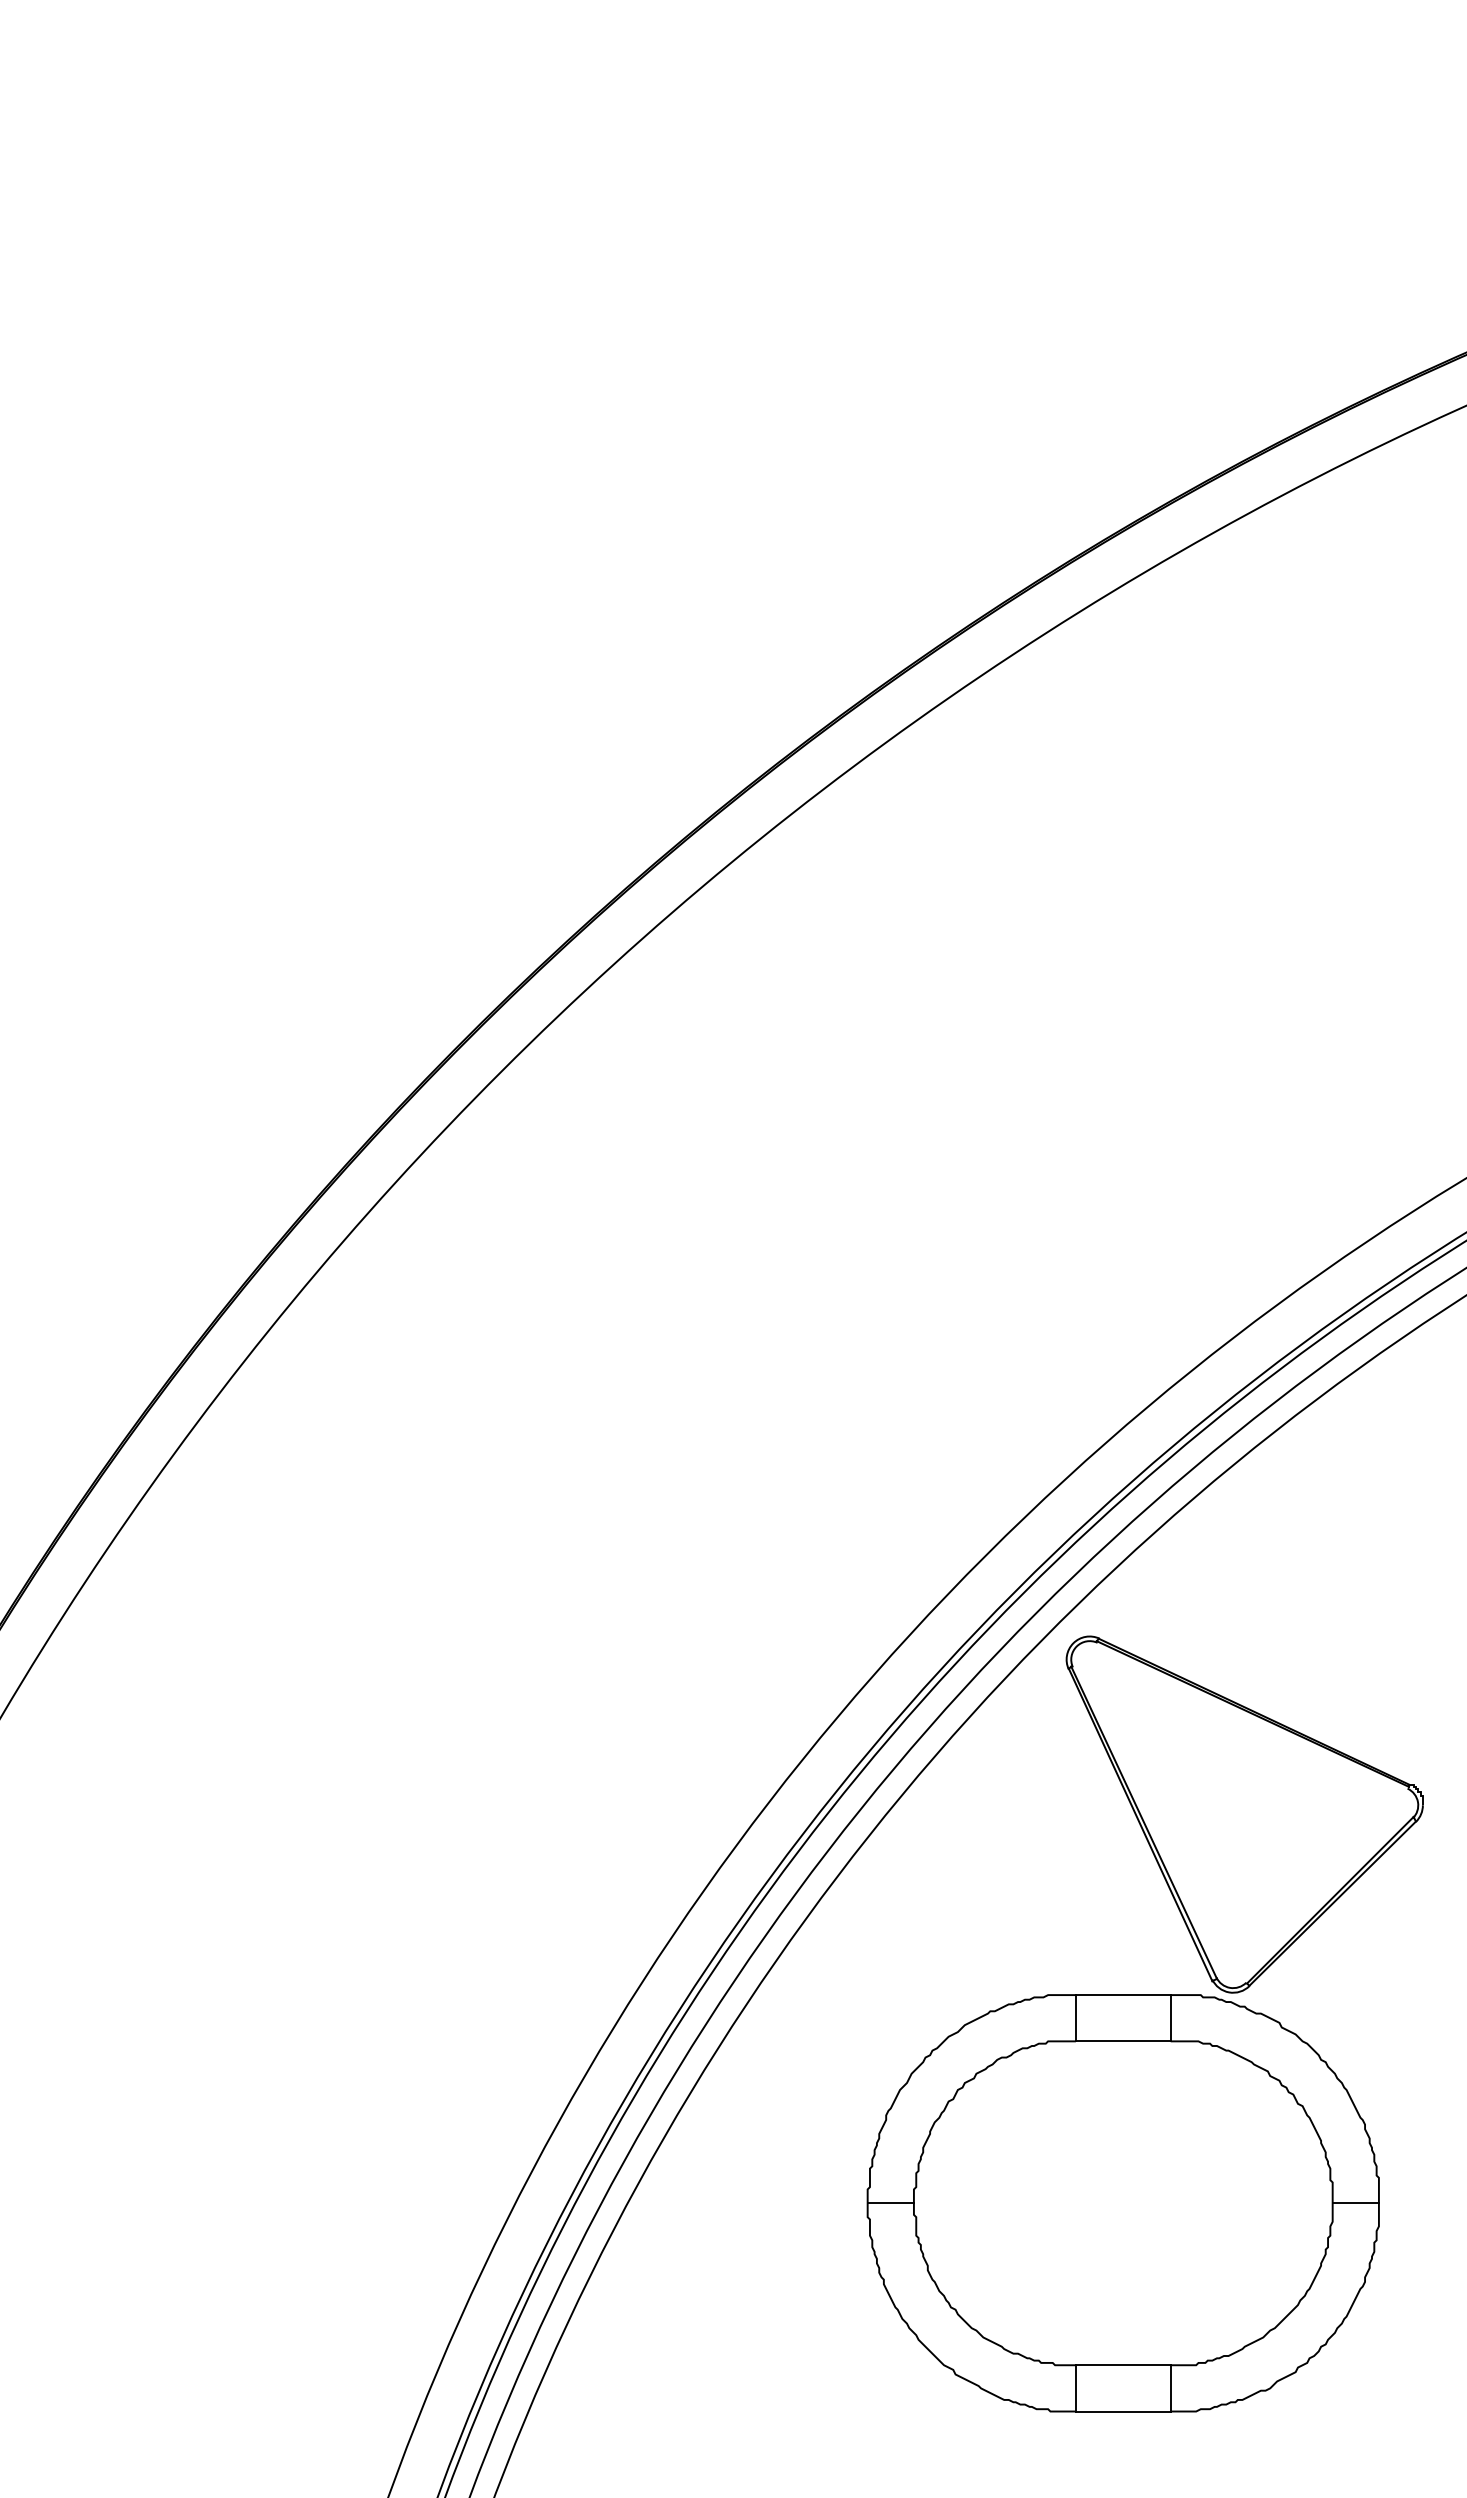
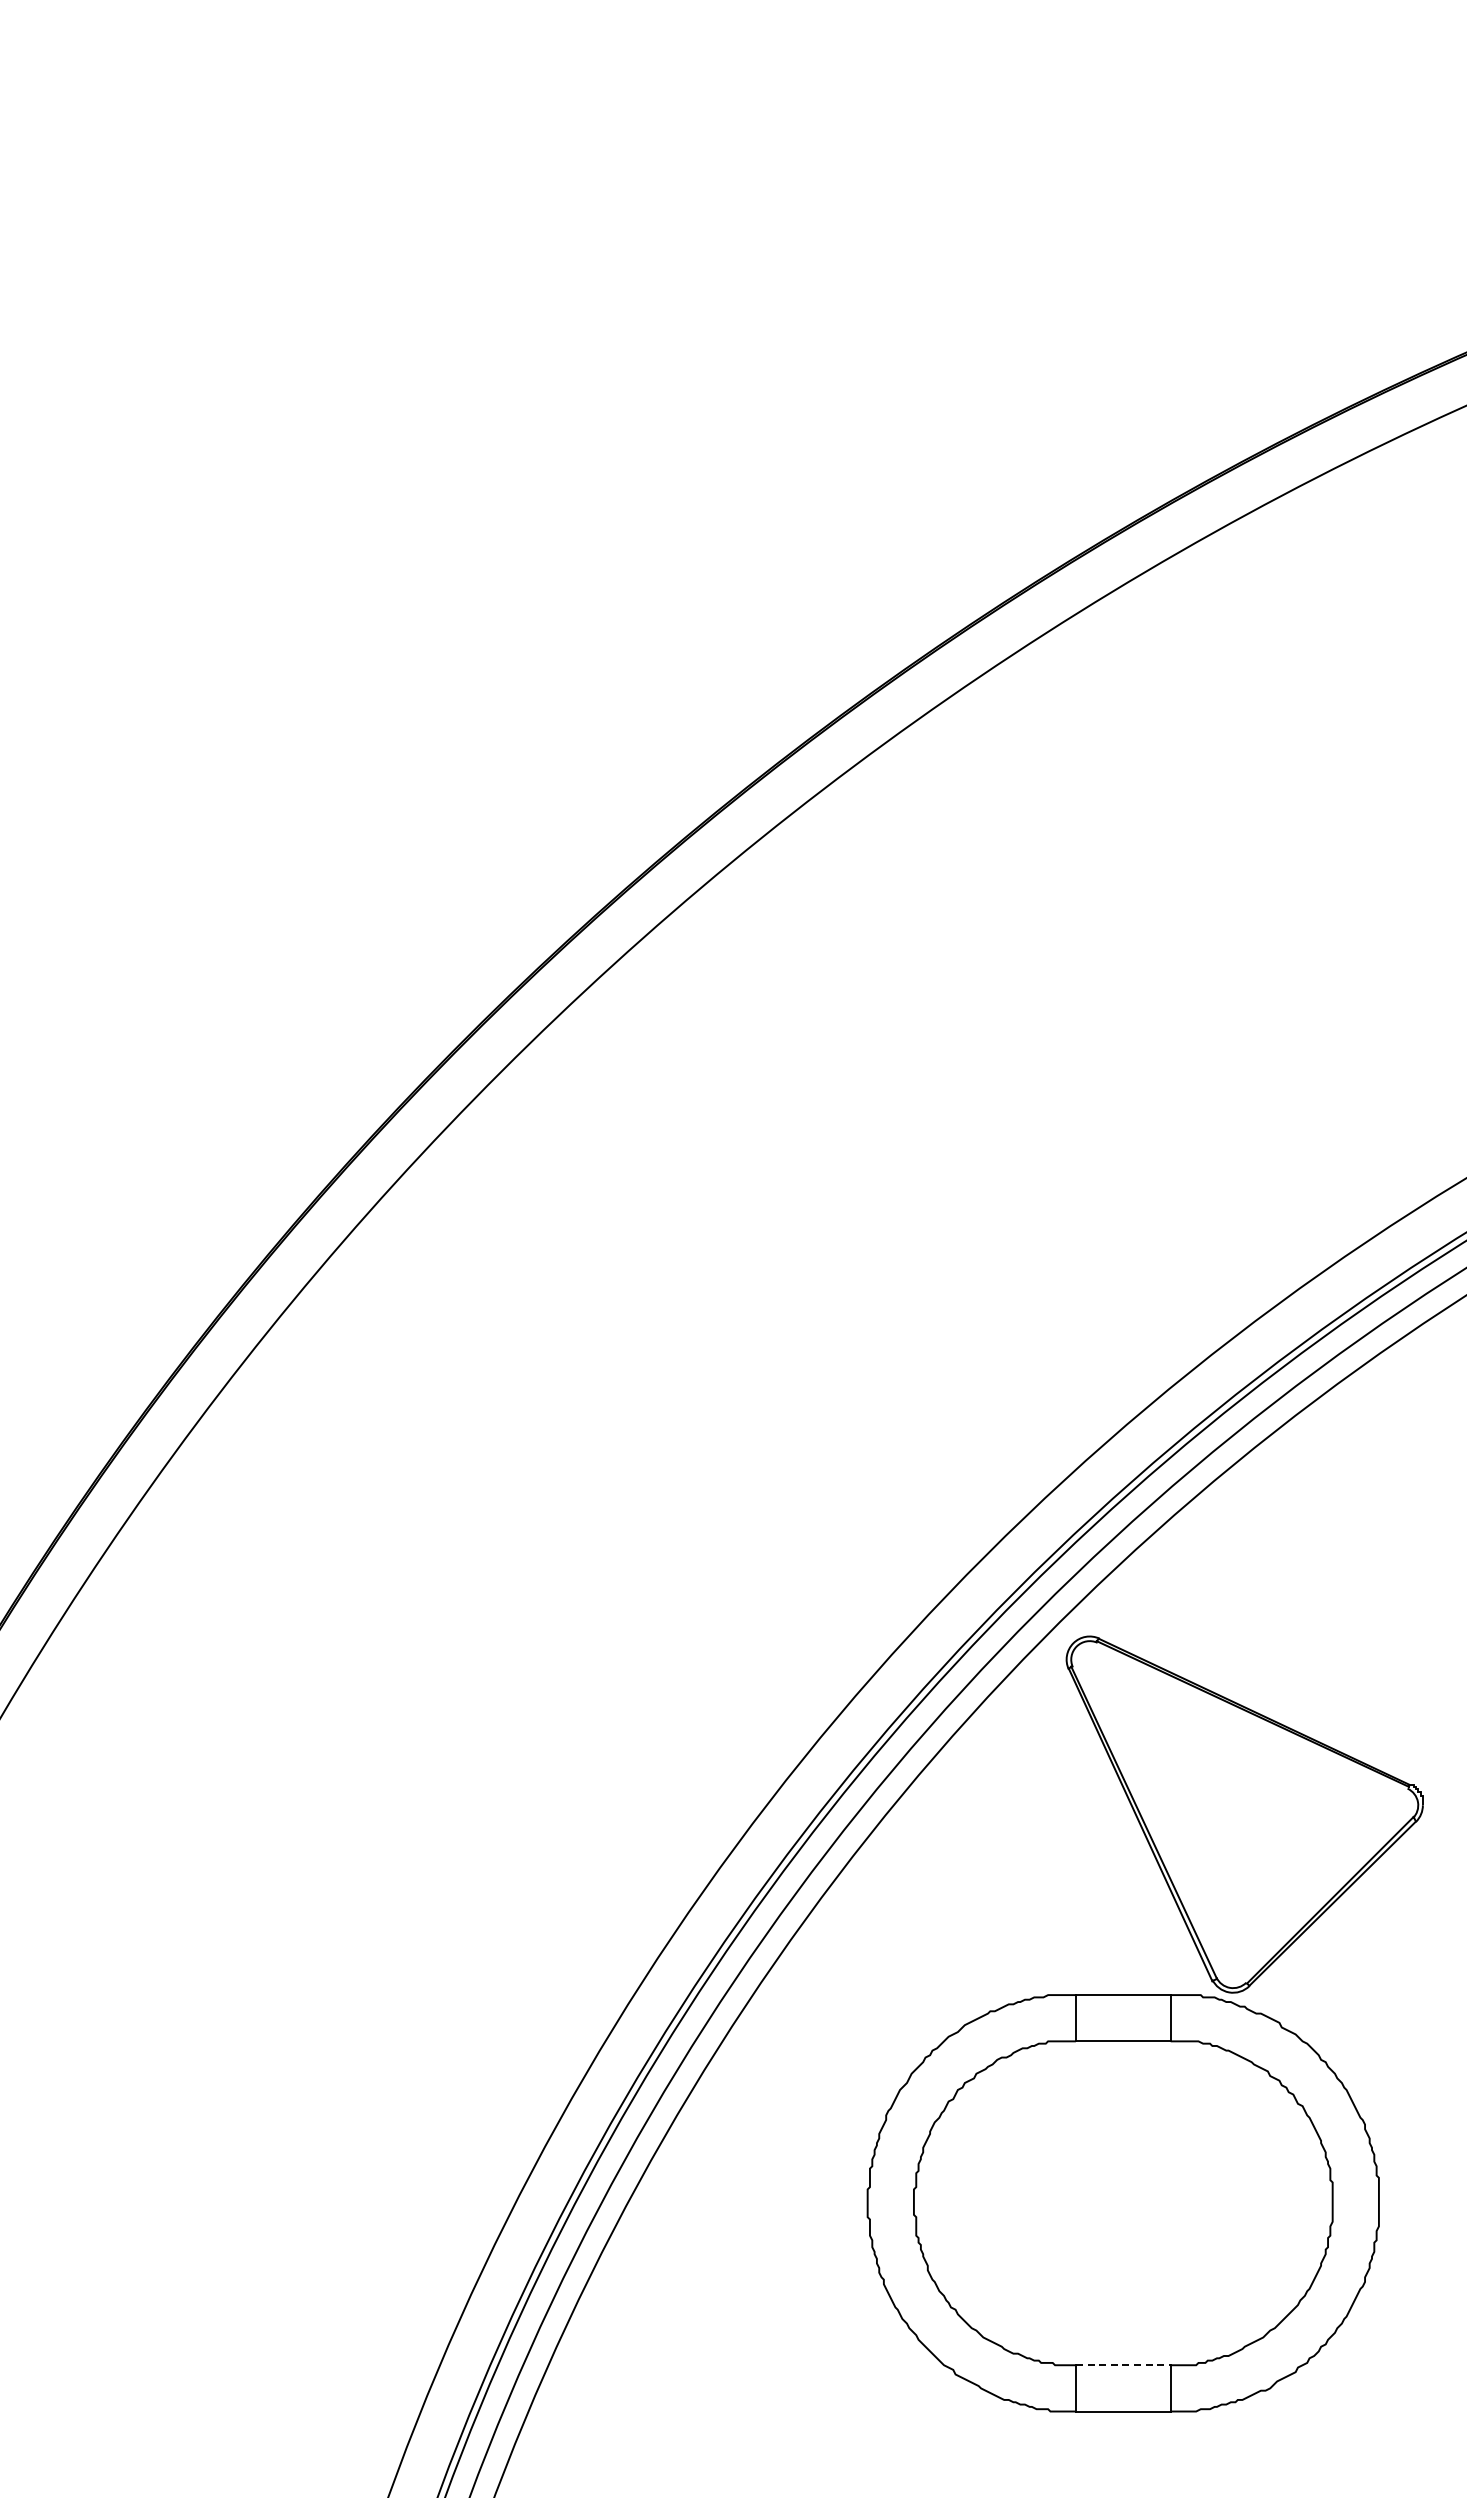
line at (890, 2203): present -> none
line at (1355, 2203): present -> none
line at (1123, 2365): solid -> dashed
